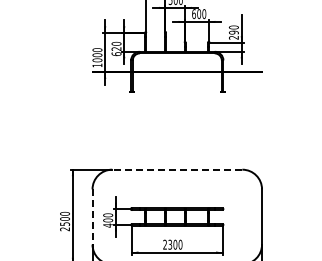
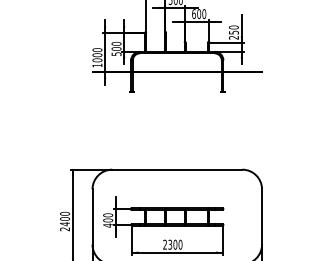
text at (233, 32): 290 -> 250
text at (116, 51): 620 -> 500
line at (176, 169): dashed -> solid
line at (92, 216): dashed -> solid
text at (65, 224): 2500 -> 2400
